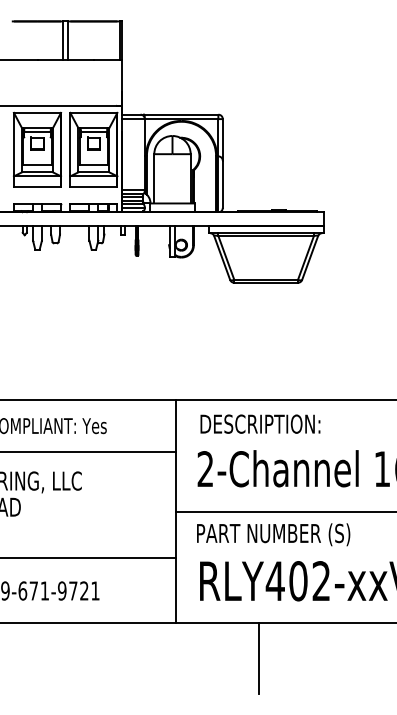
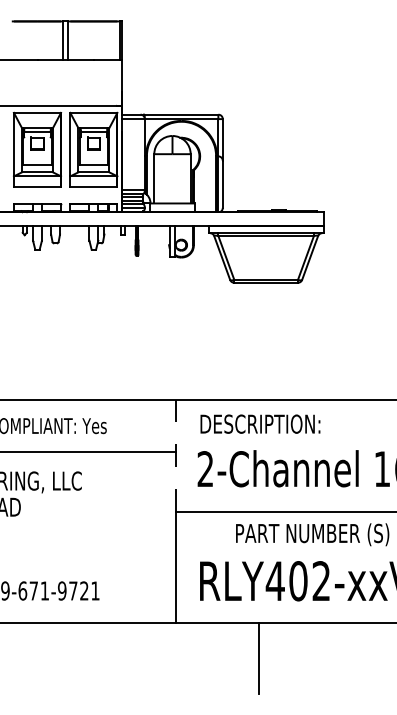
line at (175, 456): solid -> dashed
text at (273, 534) position: (273, 534) -> (312, 534)
line at (88, 557): present -> none
